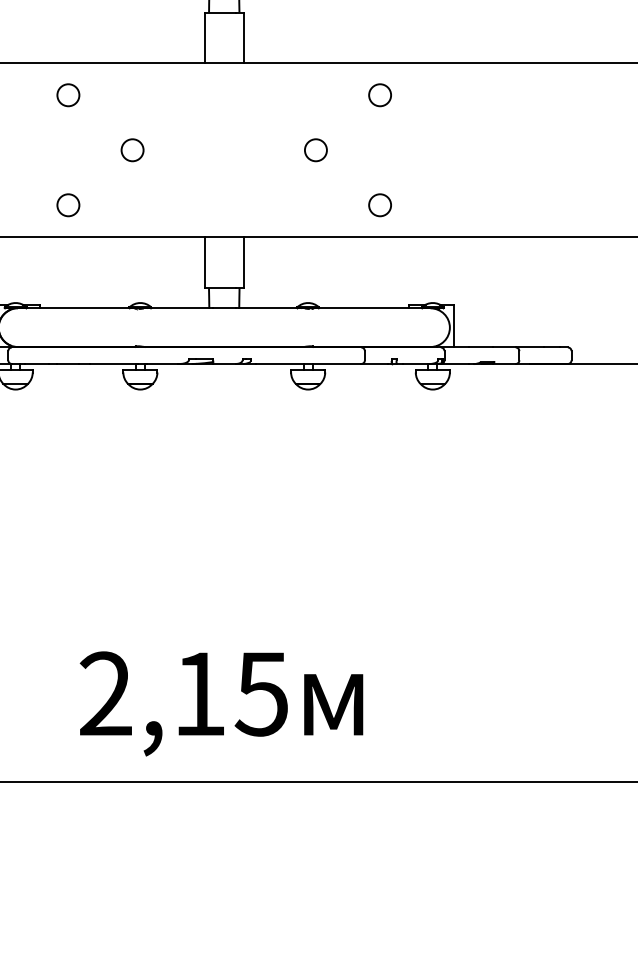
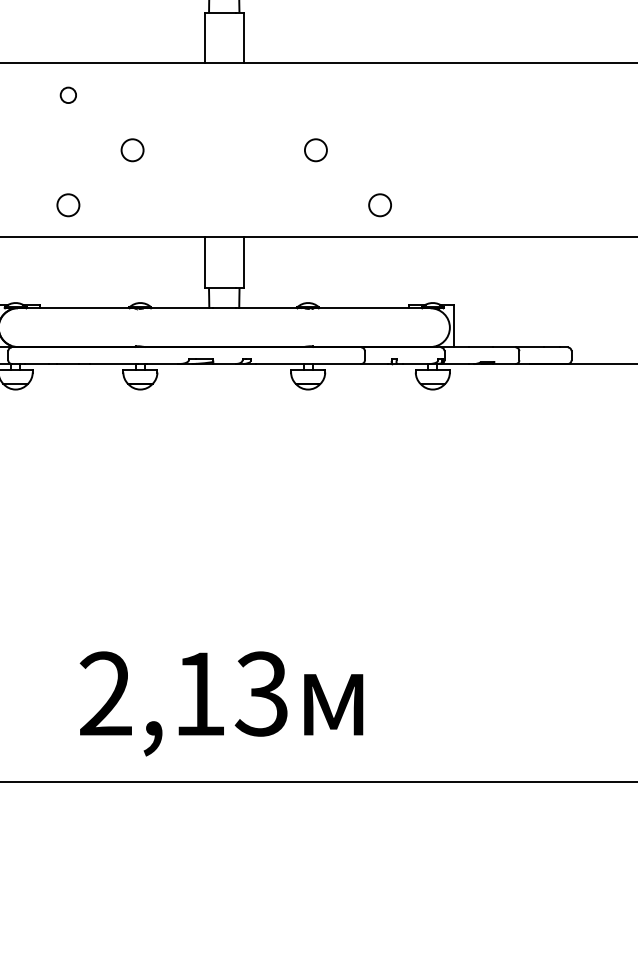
circle at (68, 95) size: 25x25 px -> 18x18 px
circle at (379, 95): present -> none
text at (260, 693): 2,15 -> 2,13
